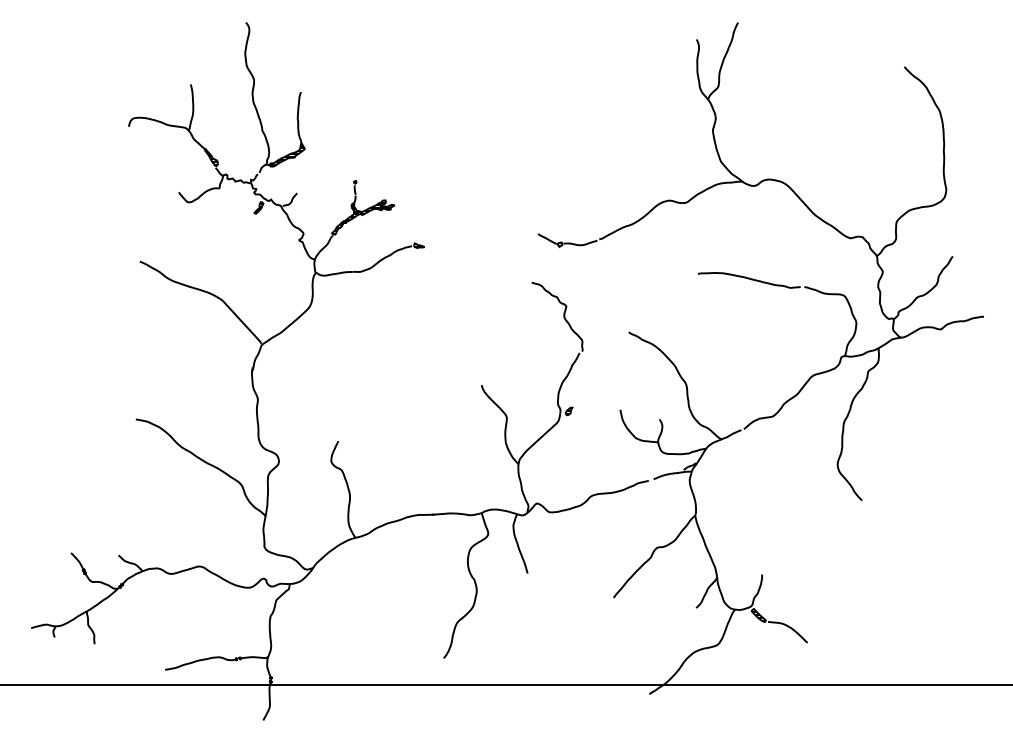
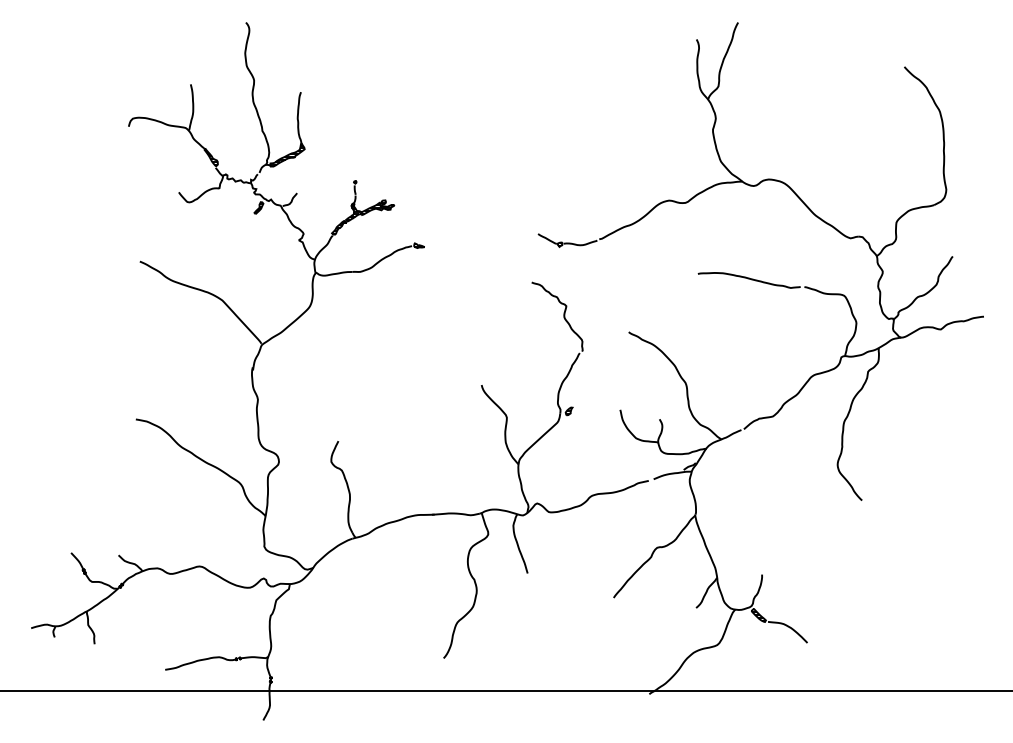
line at (505, 685) position: (505, 685) -> (505, 691)
